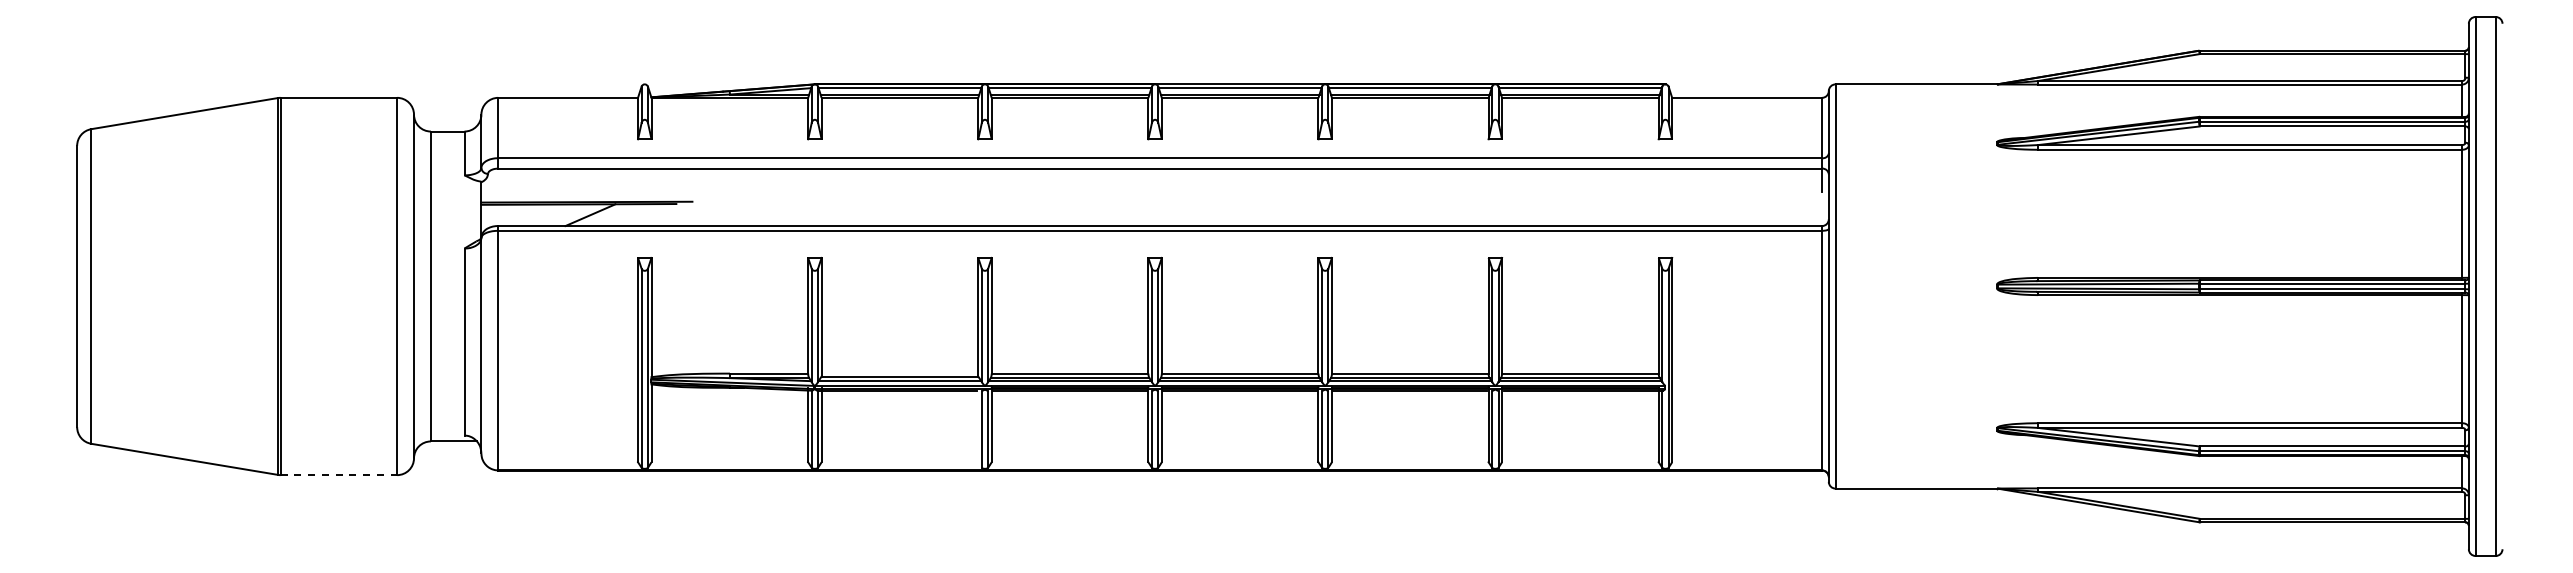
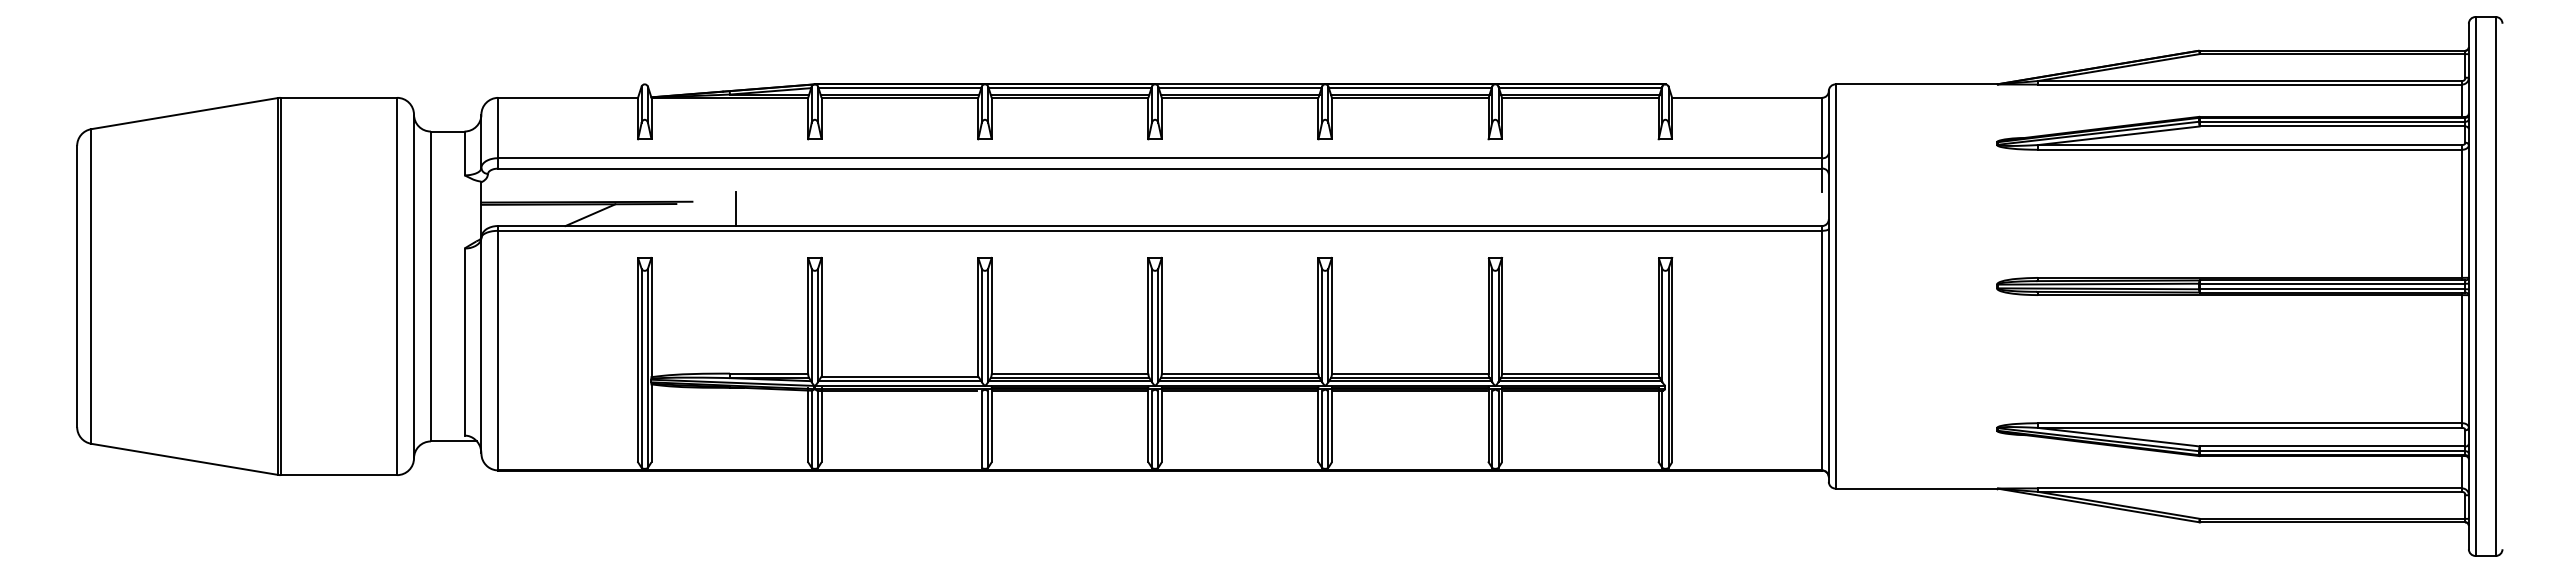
line at (736, 209): none -> present
line at (339, 475): dashed -> solid
